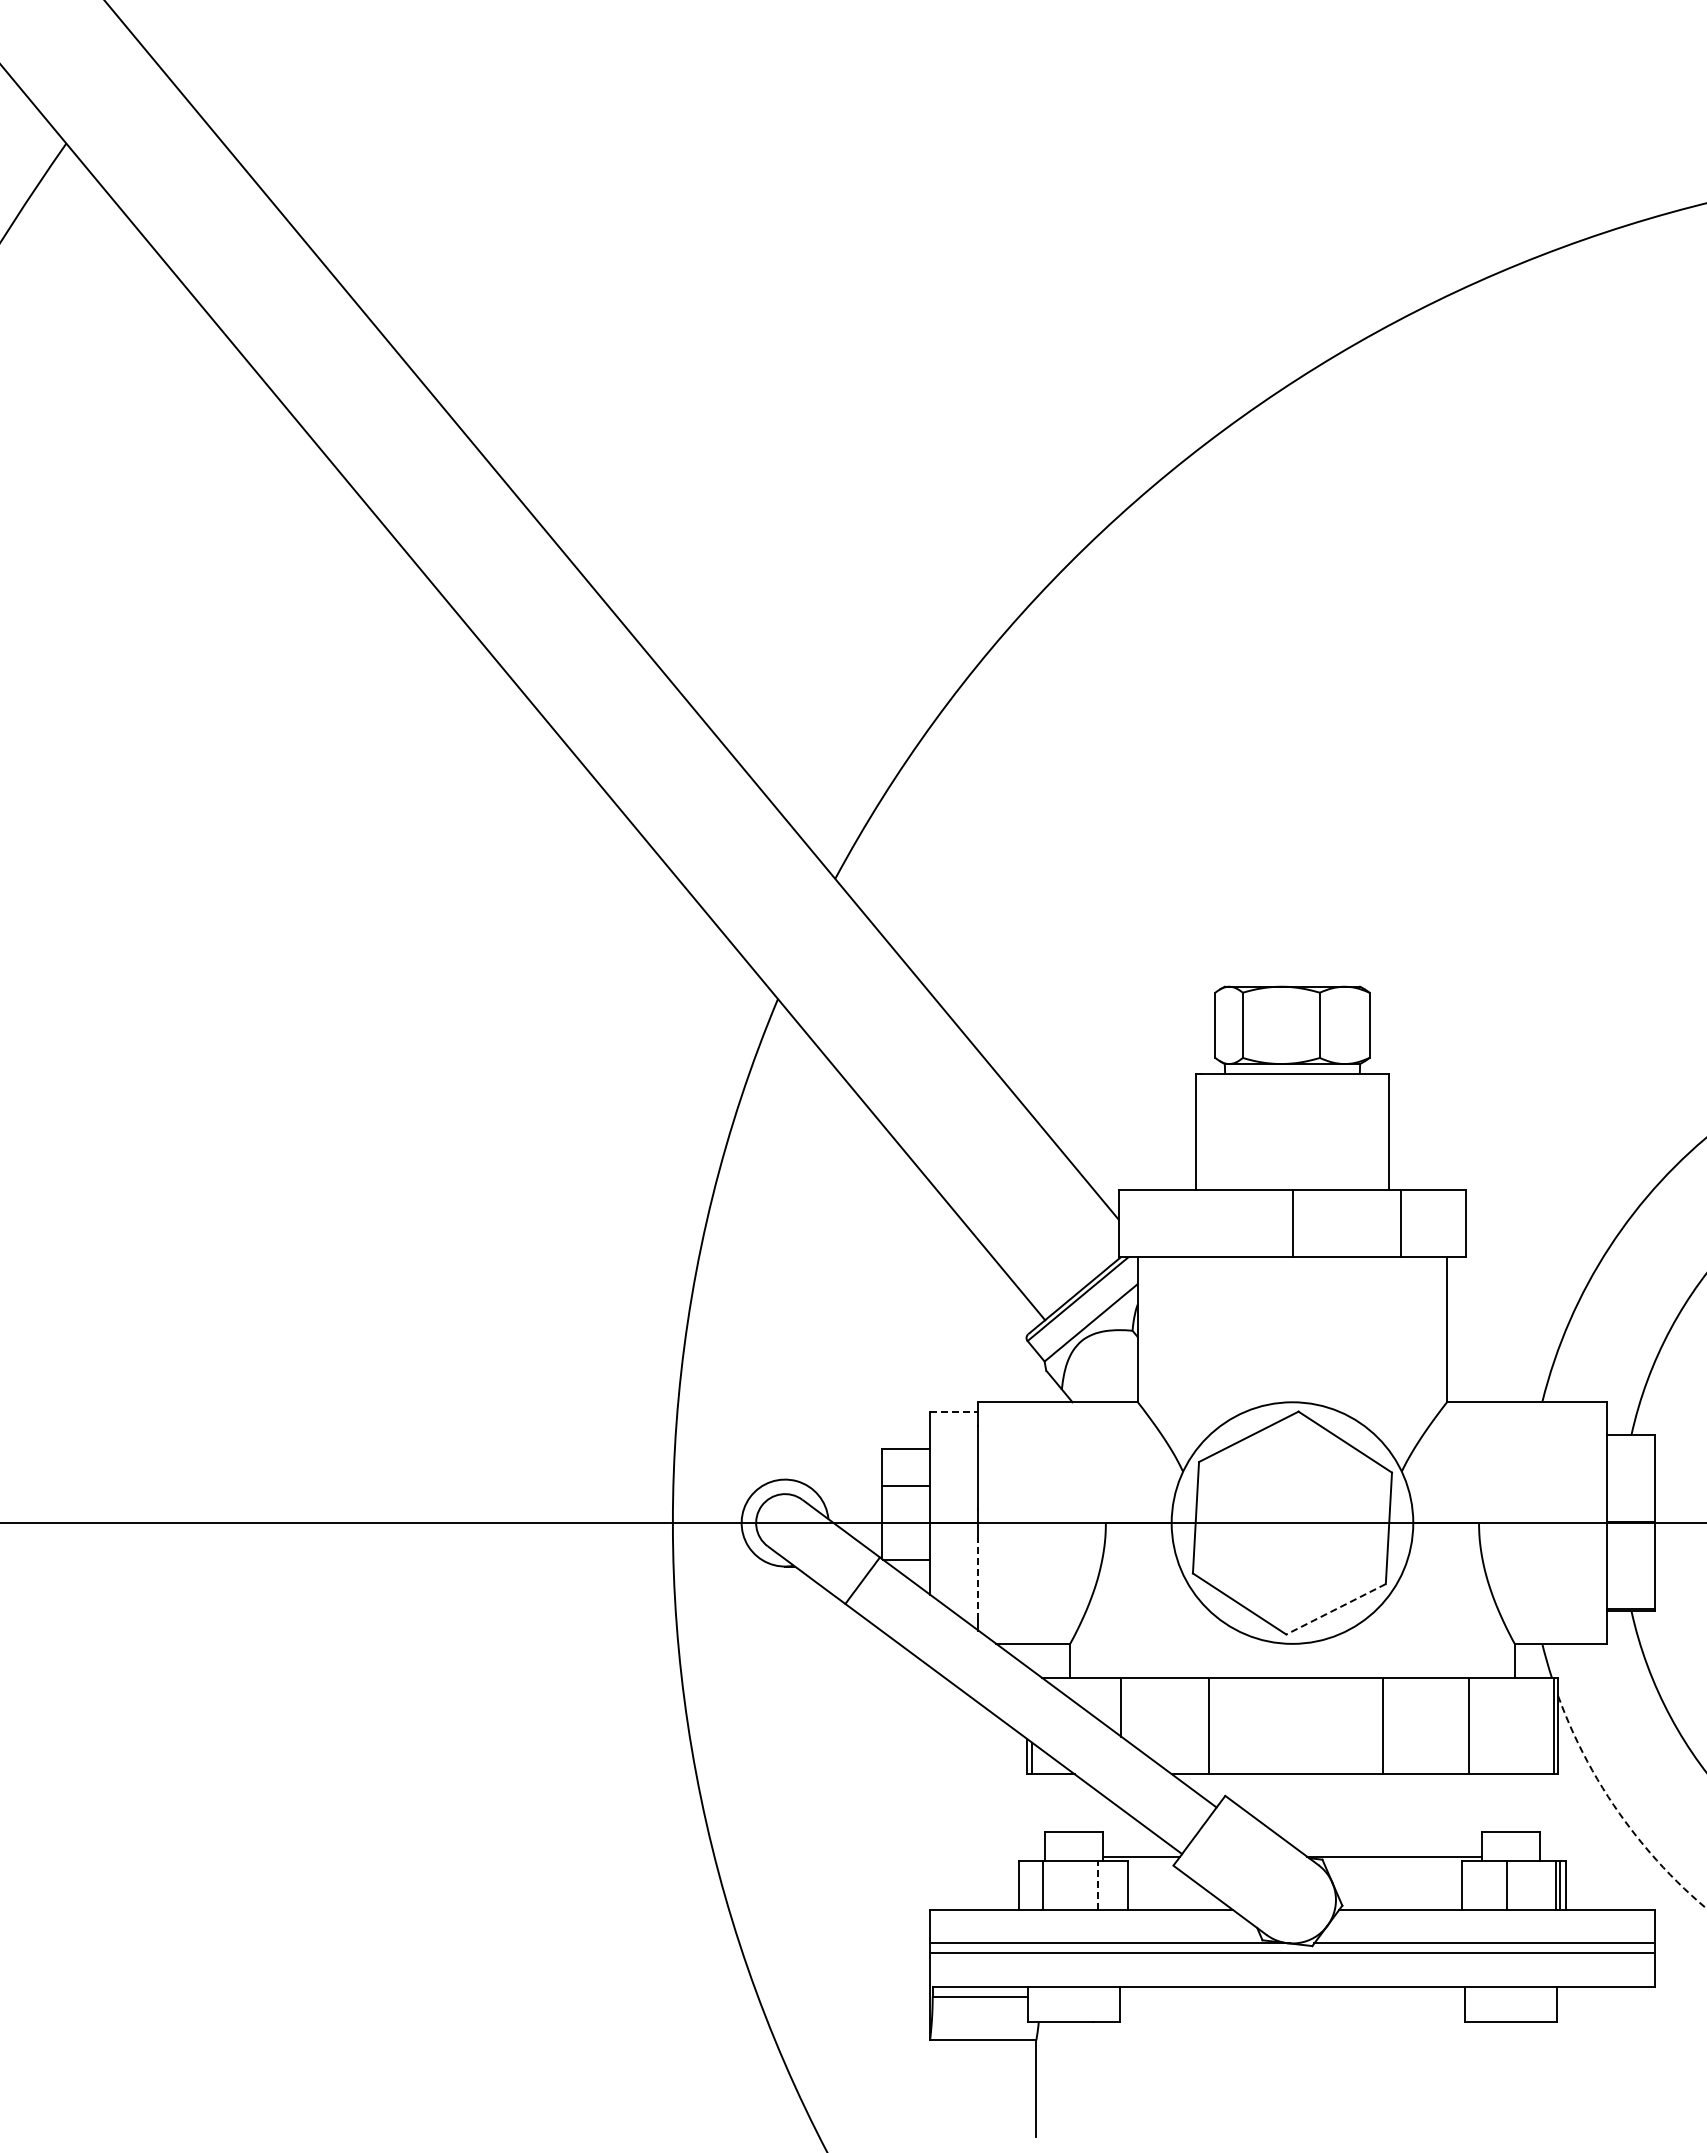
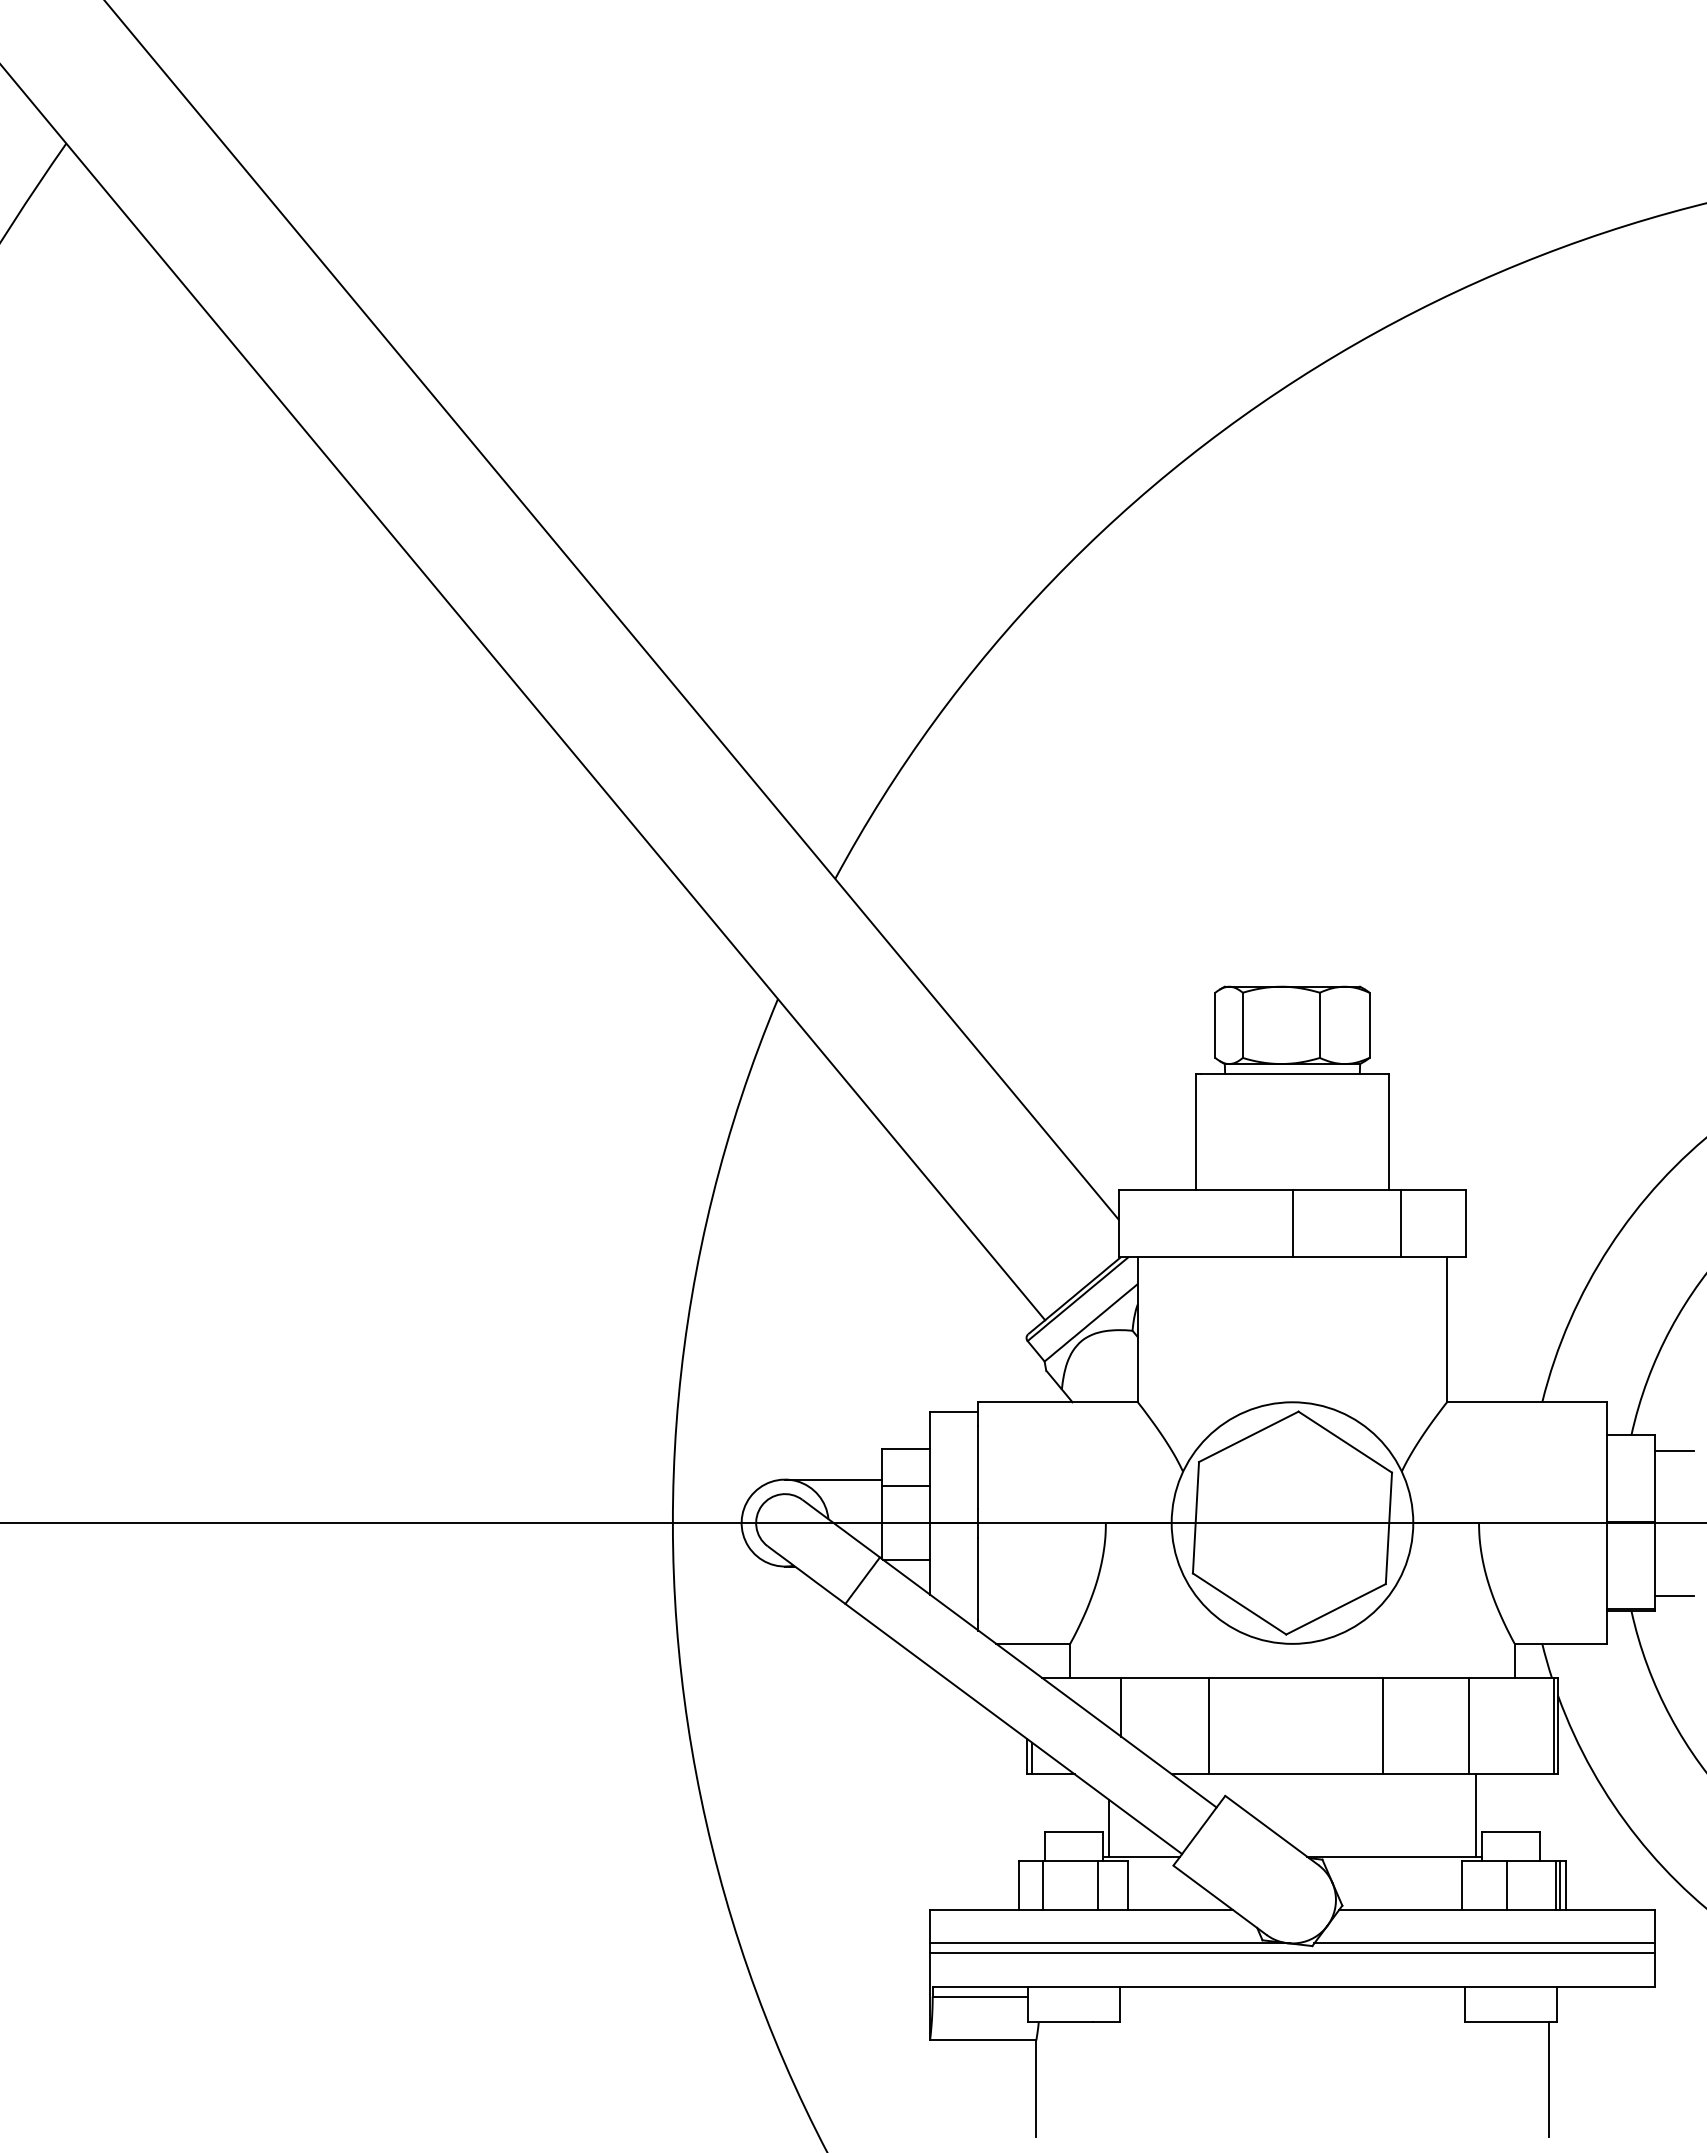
line at (954, 1411): dashed -> solid
line at (1674, 1450): none -> present
line at (833, 1479): none -> present
line at (978, 1578): dashed -> solid
line at (1674, 1595): none -> present
line at (1336, 1609): dashed -> solid
arc at (1617, 1810): dashed -> solid
line at (1476, 1815): none -> present
line at (1108, 1827): none -> present
line at (1097, 1885): dashed -> solid
line at (1548, 2079): none -> present
